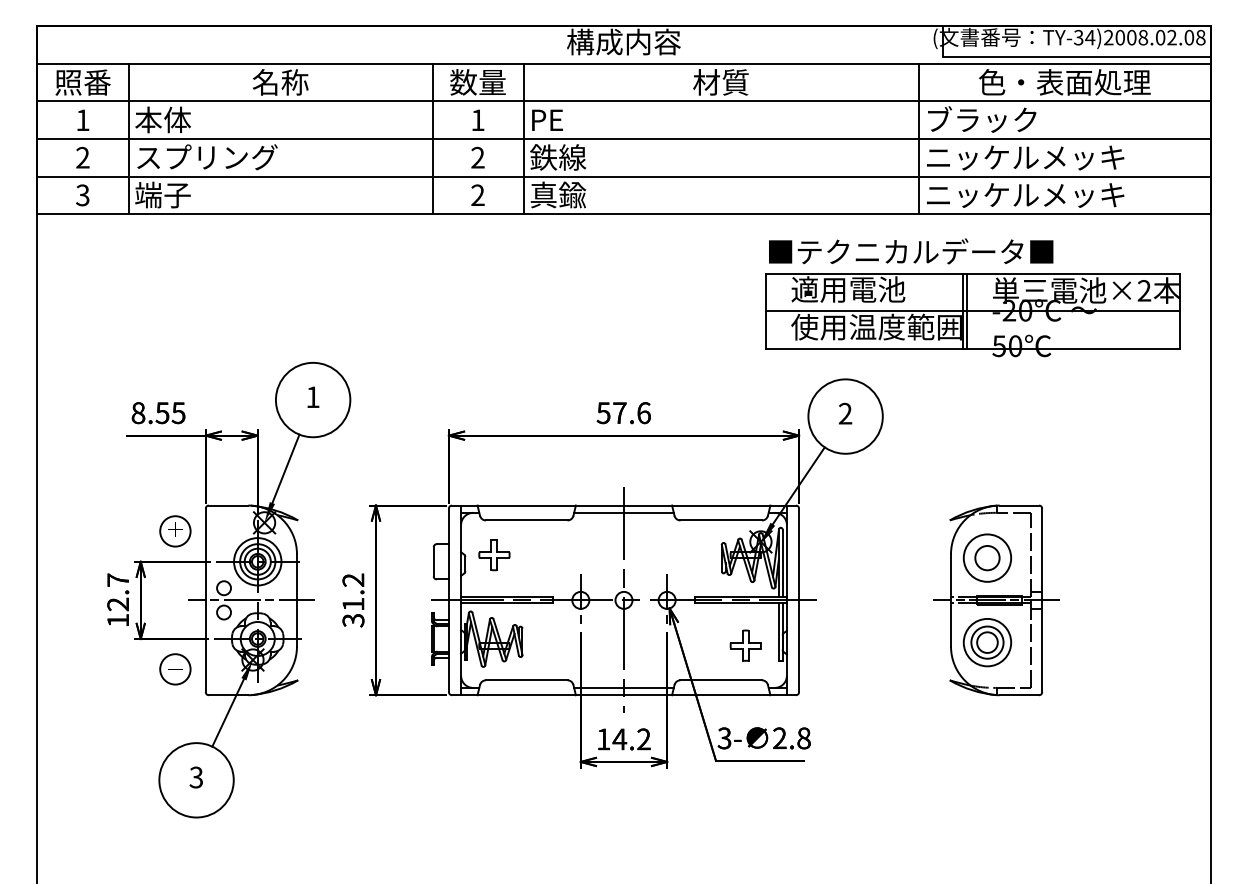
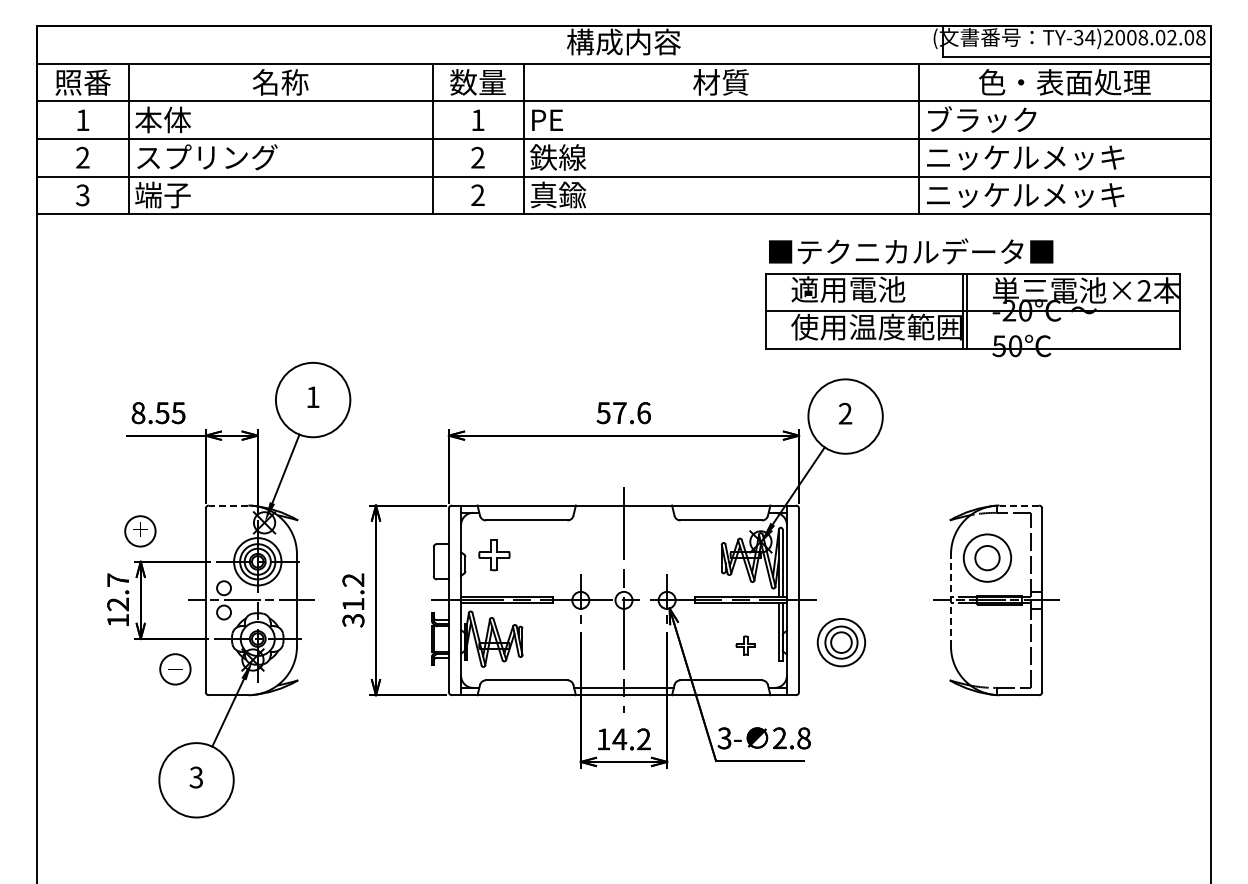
line at (228, 505): solid -> dashed
line at (1019, 505): solid -> dashed
line at (623, 512): present -> none
part at (175, 531) position: (175, 531) -> (140, 531)
line at (951, 599): solid -> dashed
part at (987, 642) position: (987, 642) -> (841, 642)
part at (745, 645) size: 33x33 px -> 21x21 px
